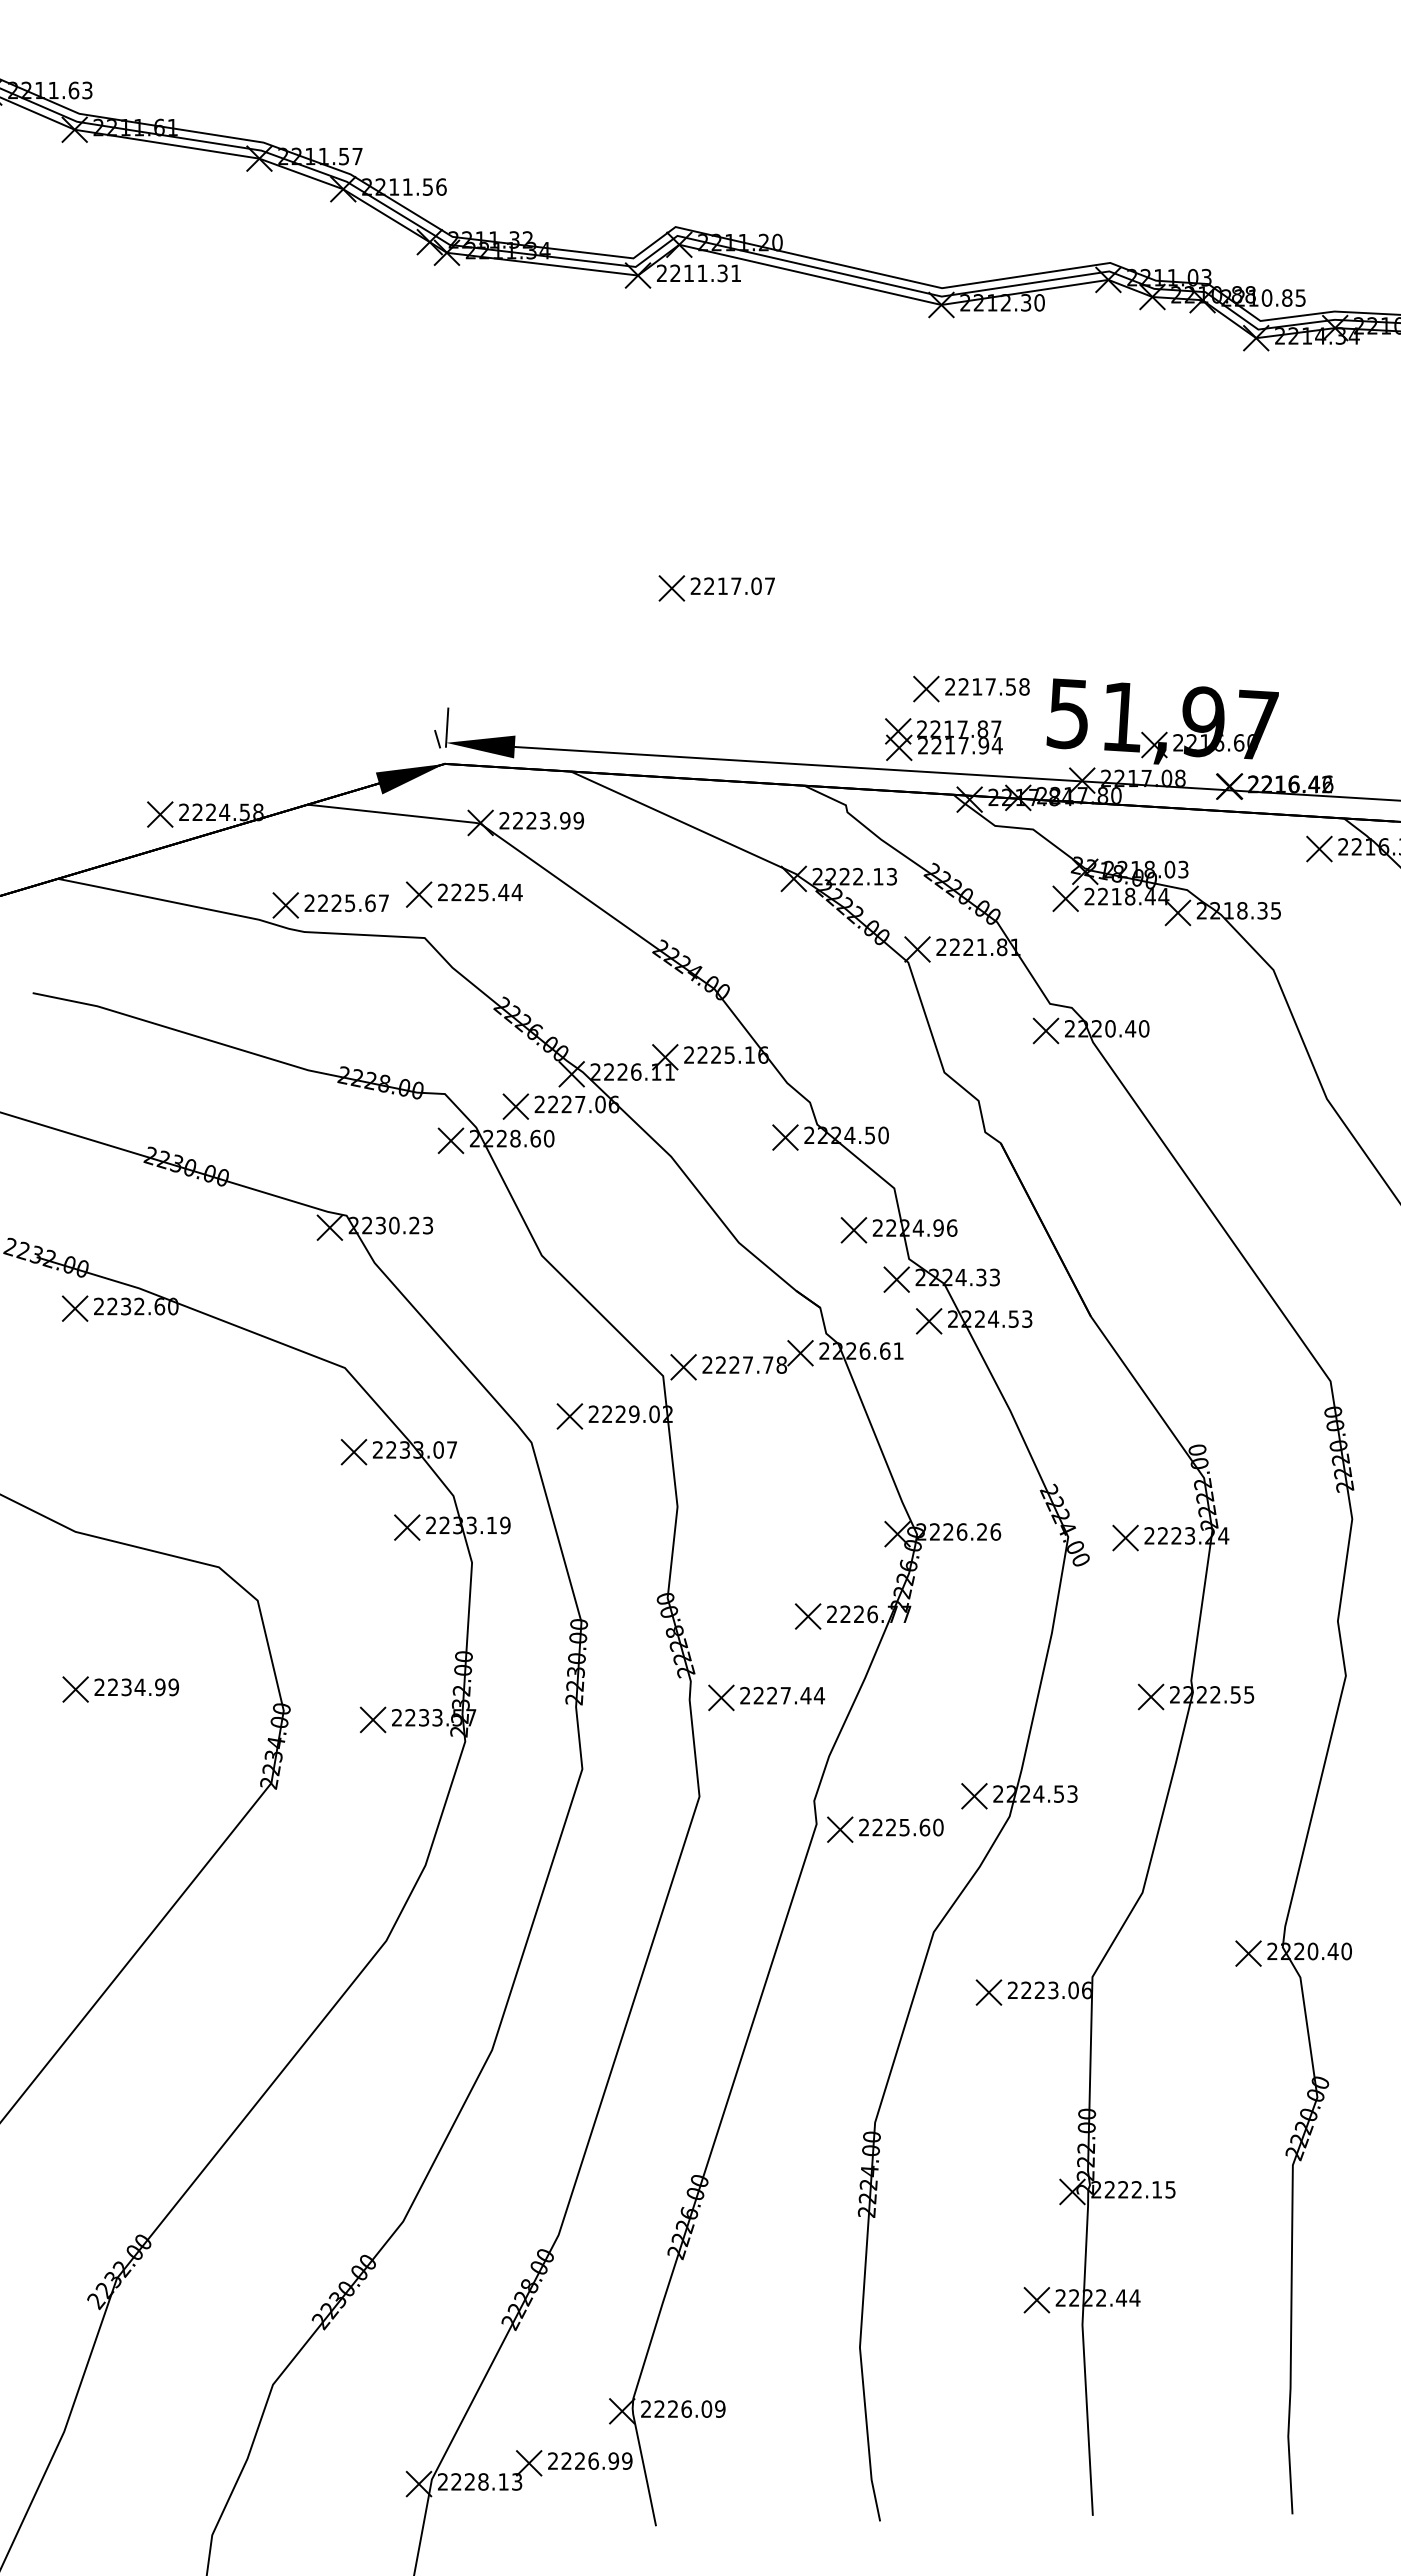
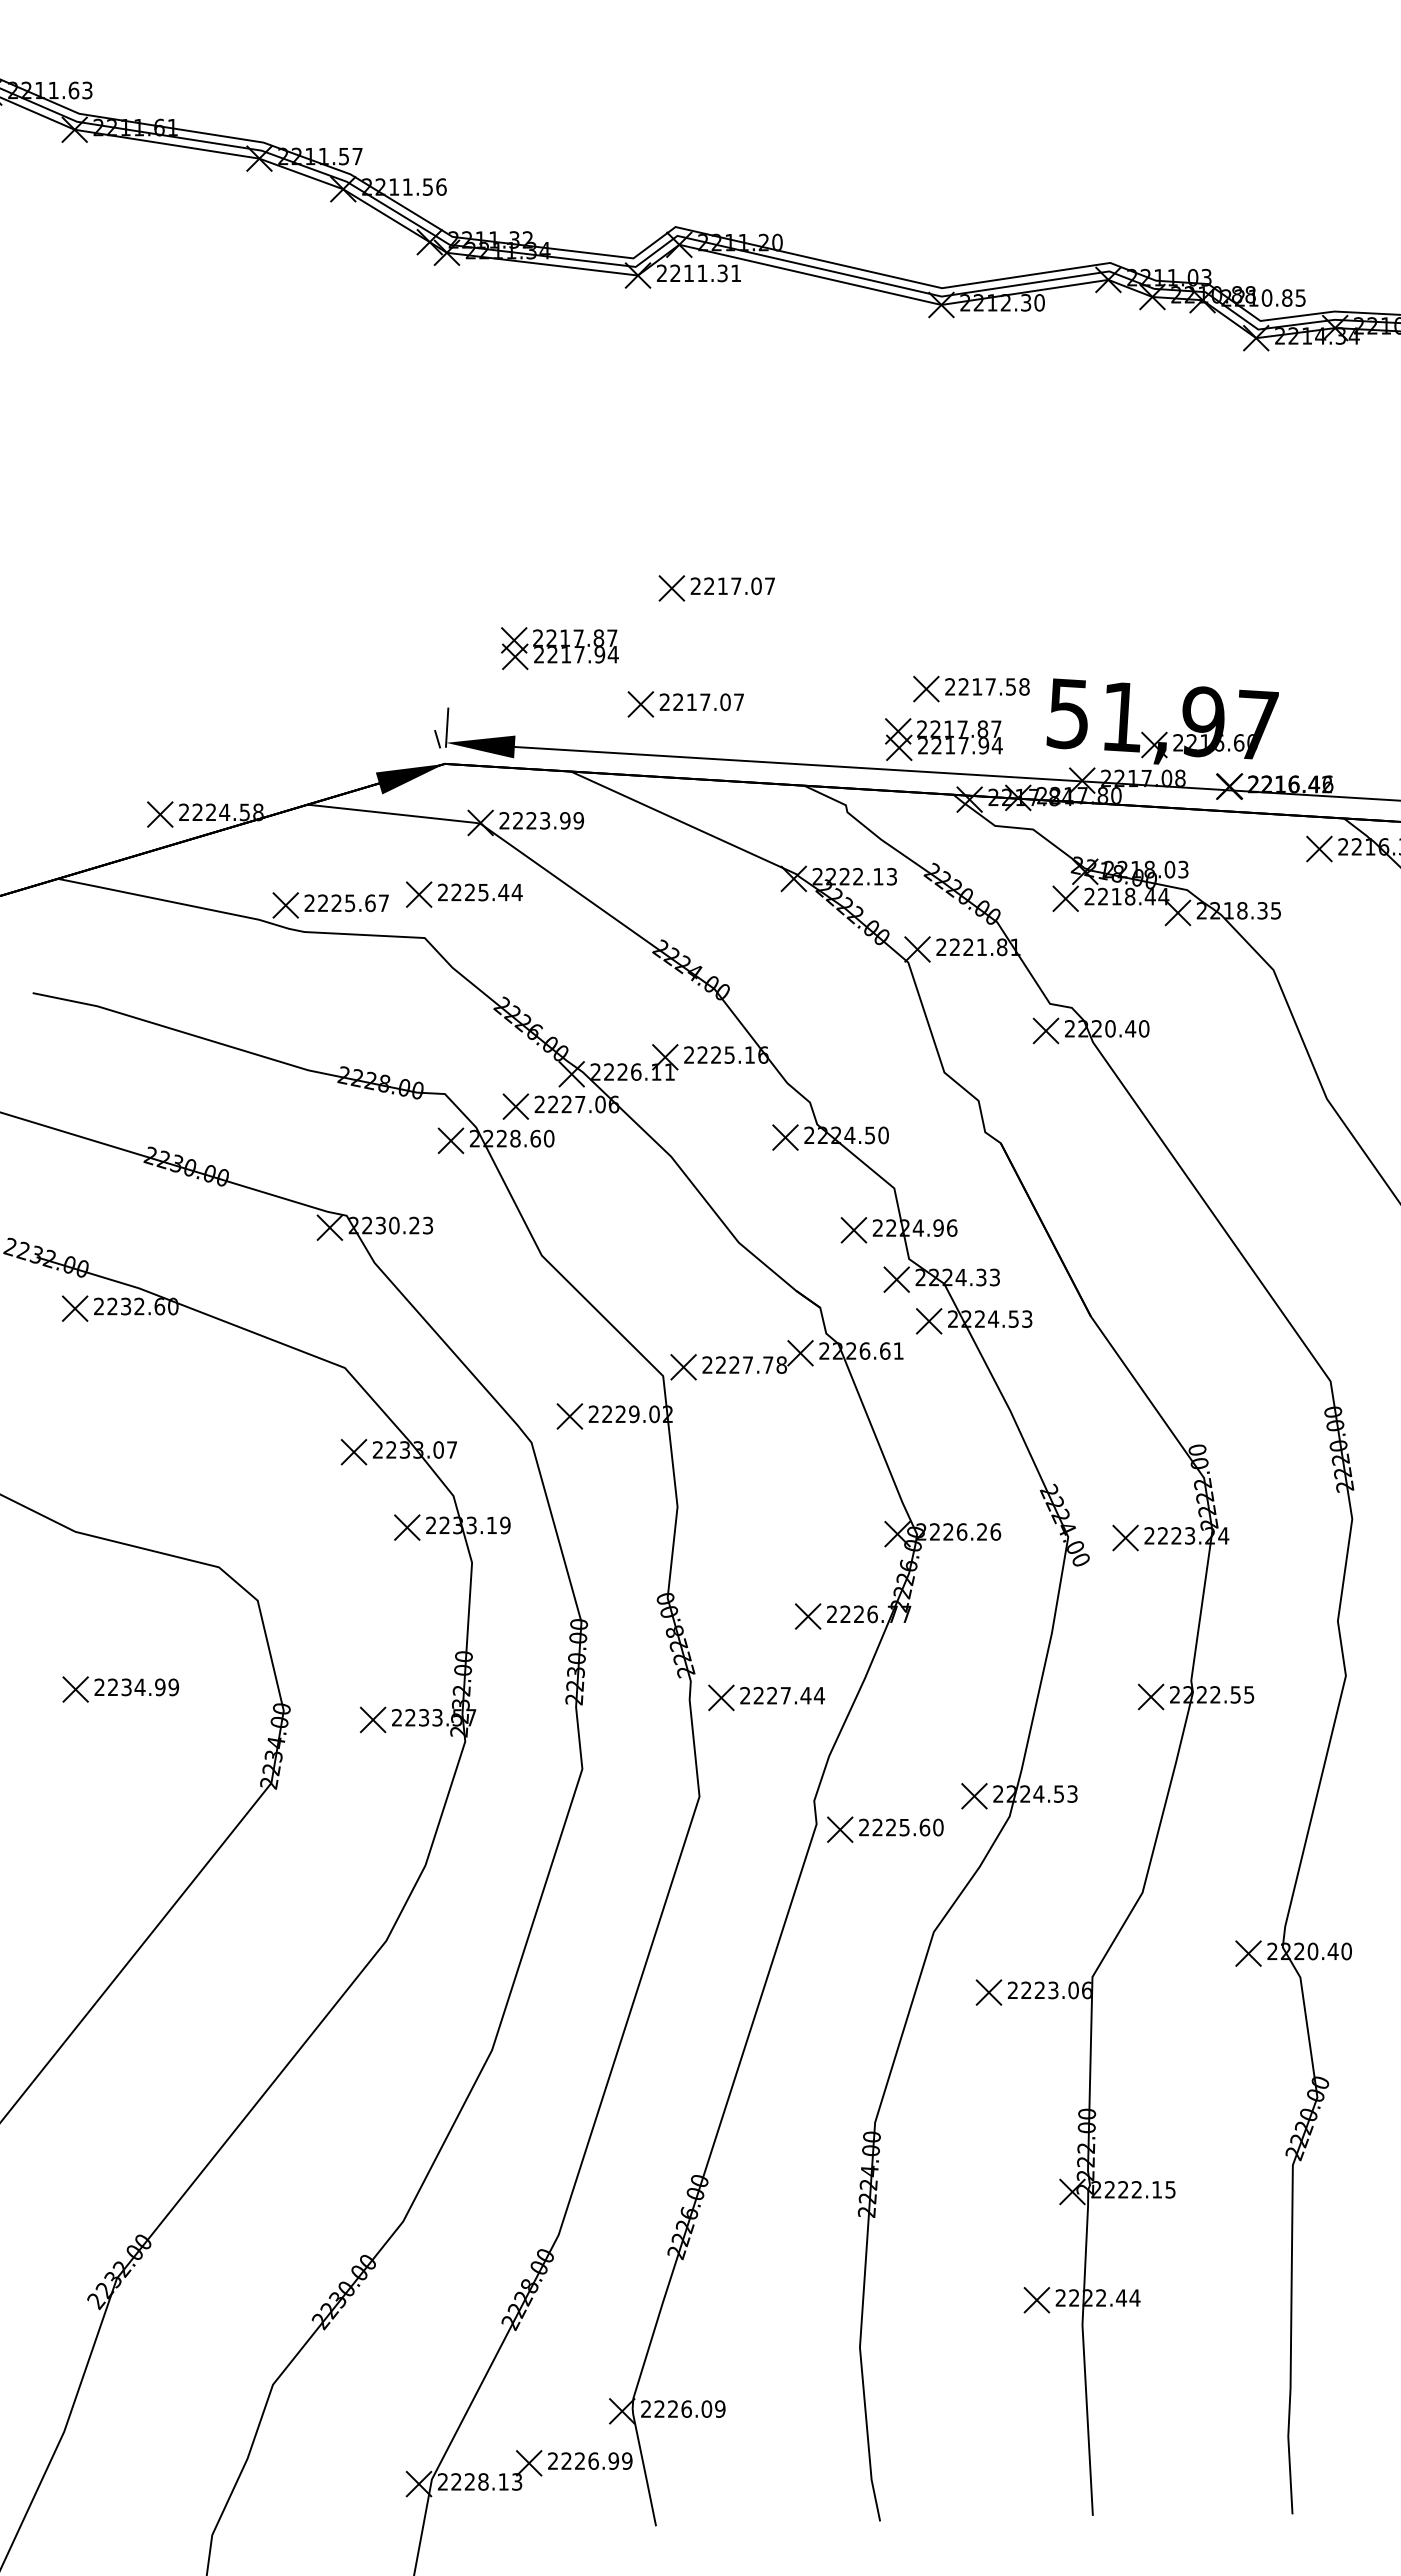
part at (559, 648): none -> present
part at (685, 704): none -> present
